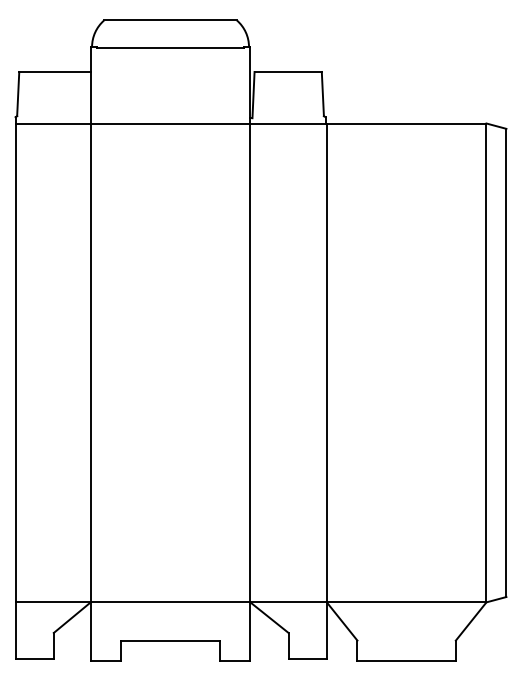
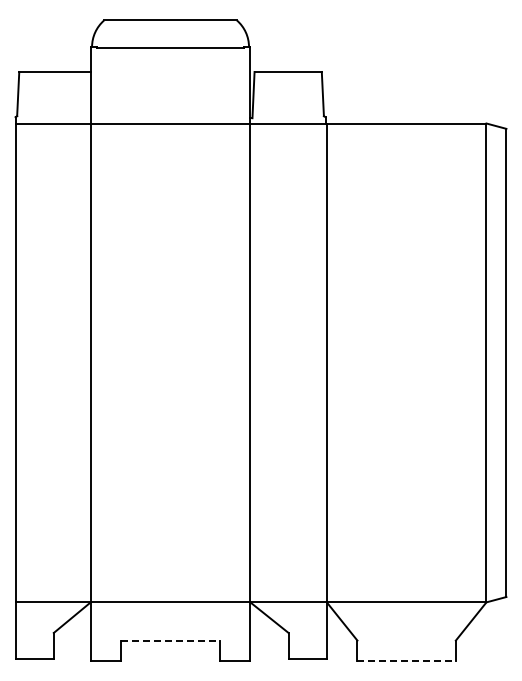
line at (171, 640): solid -> dashed
line at (407, 660): solid -> dashed
